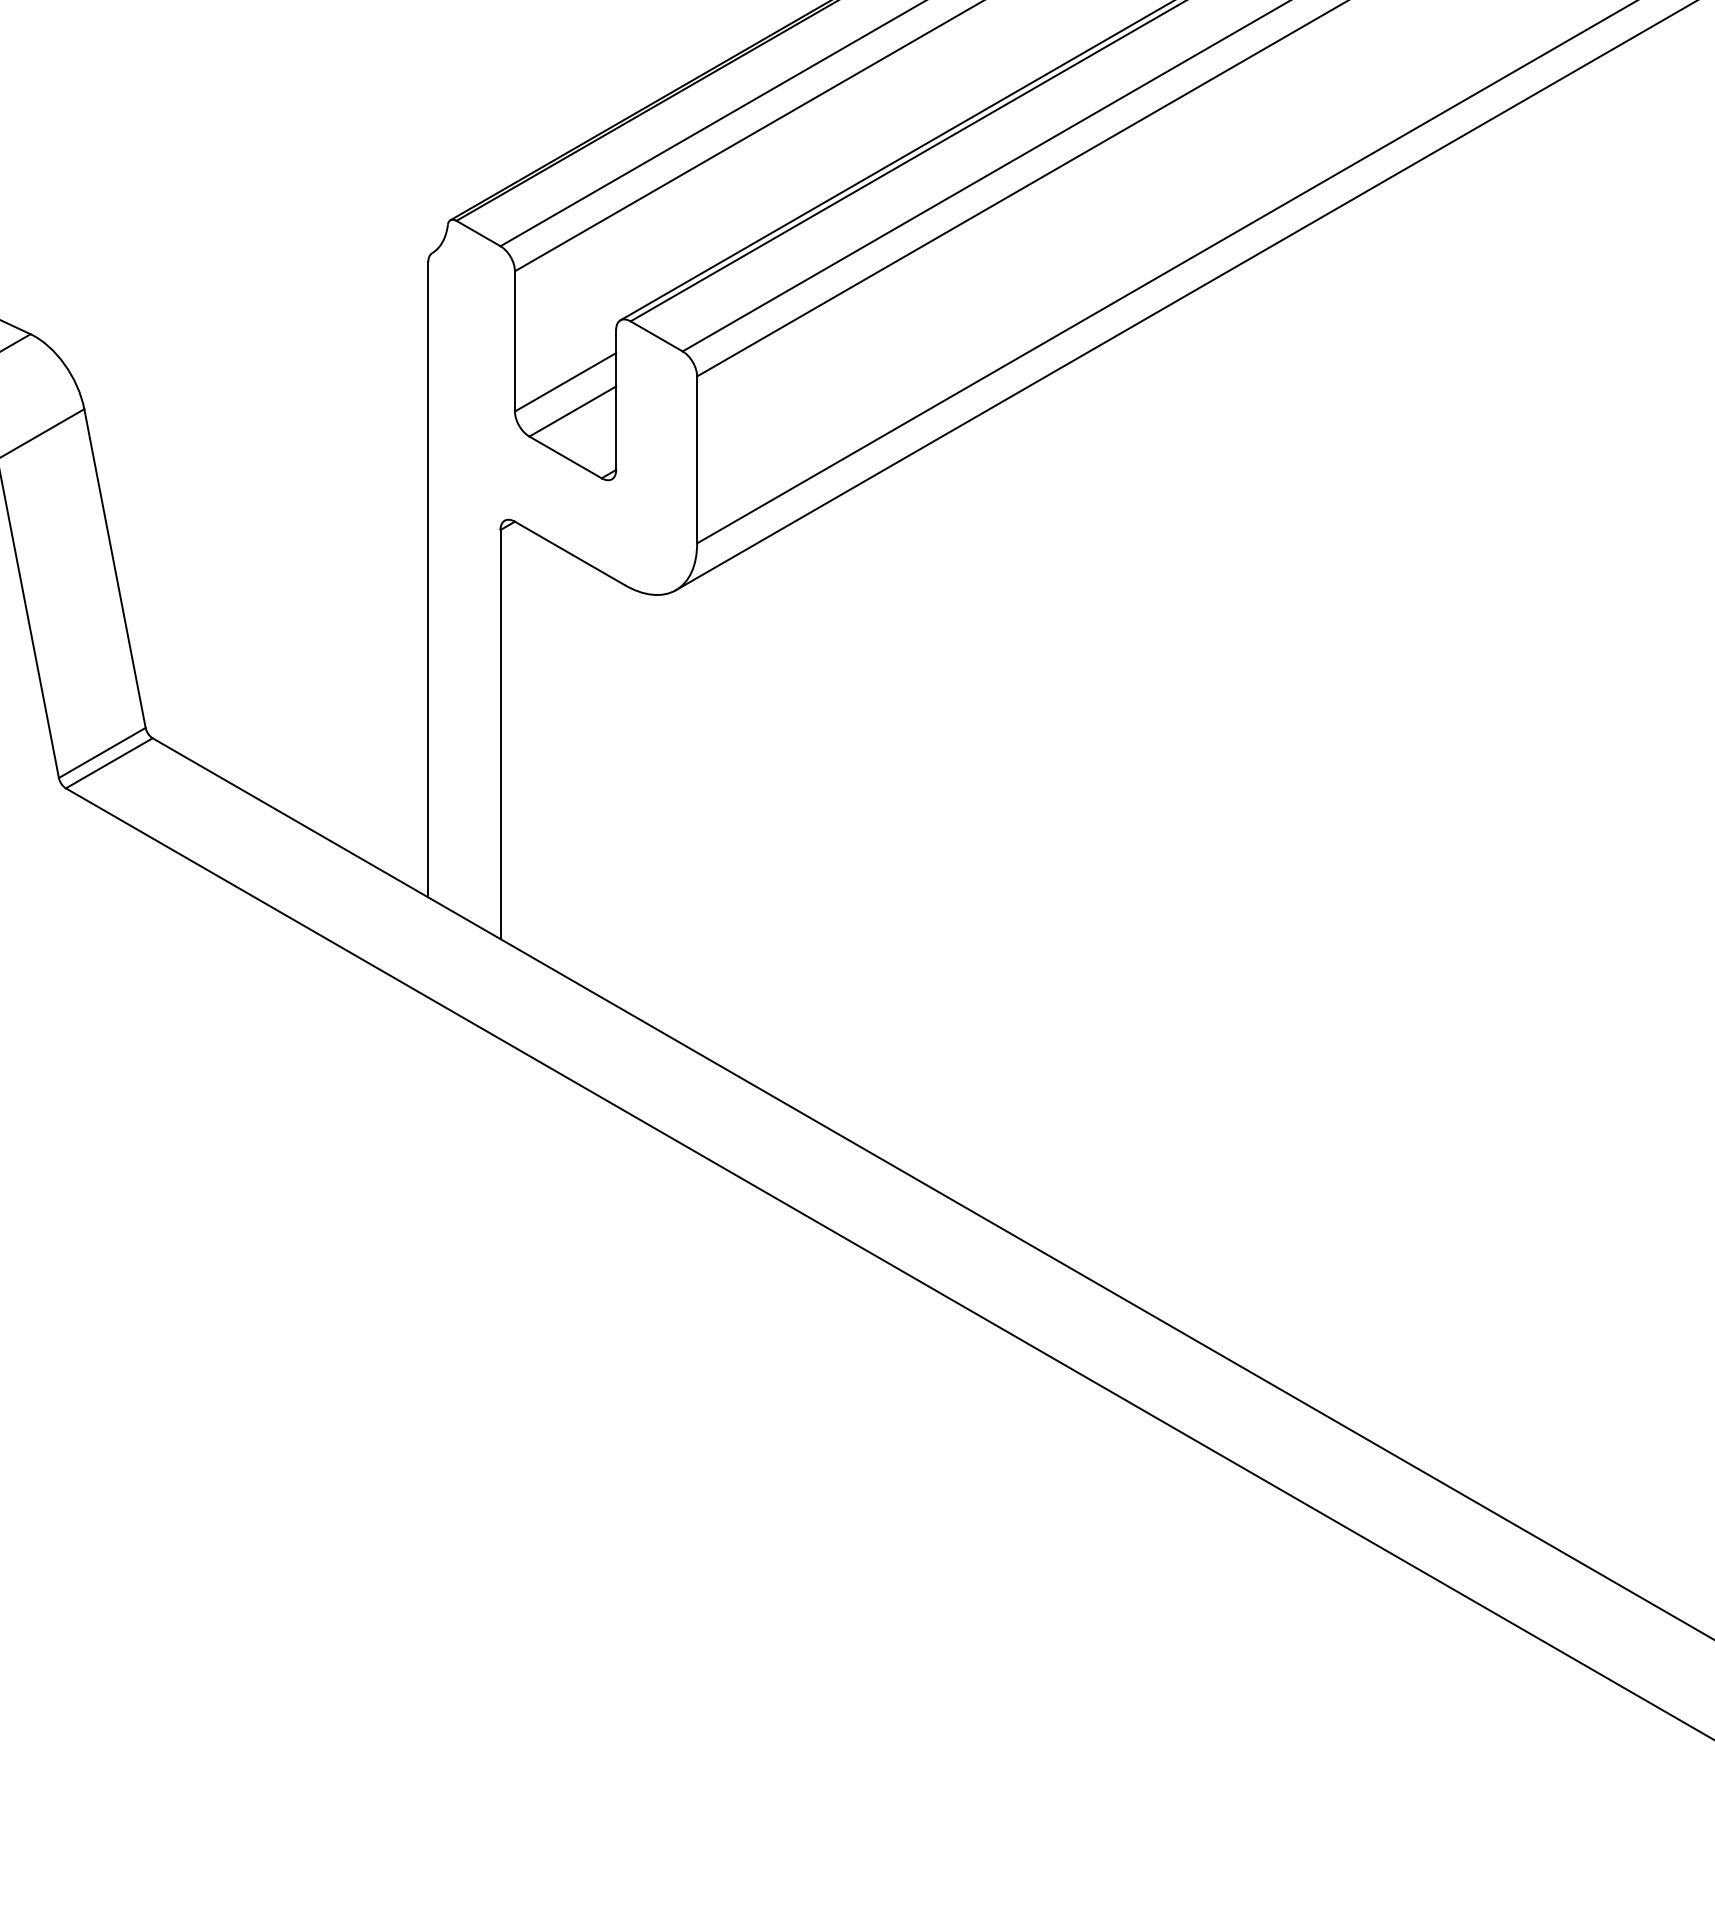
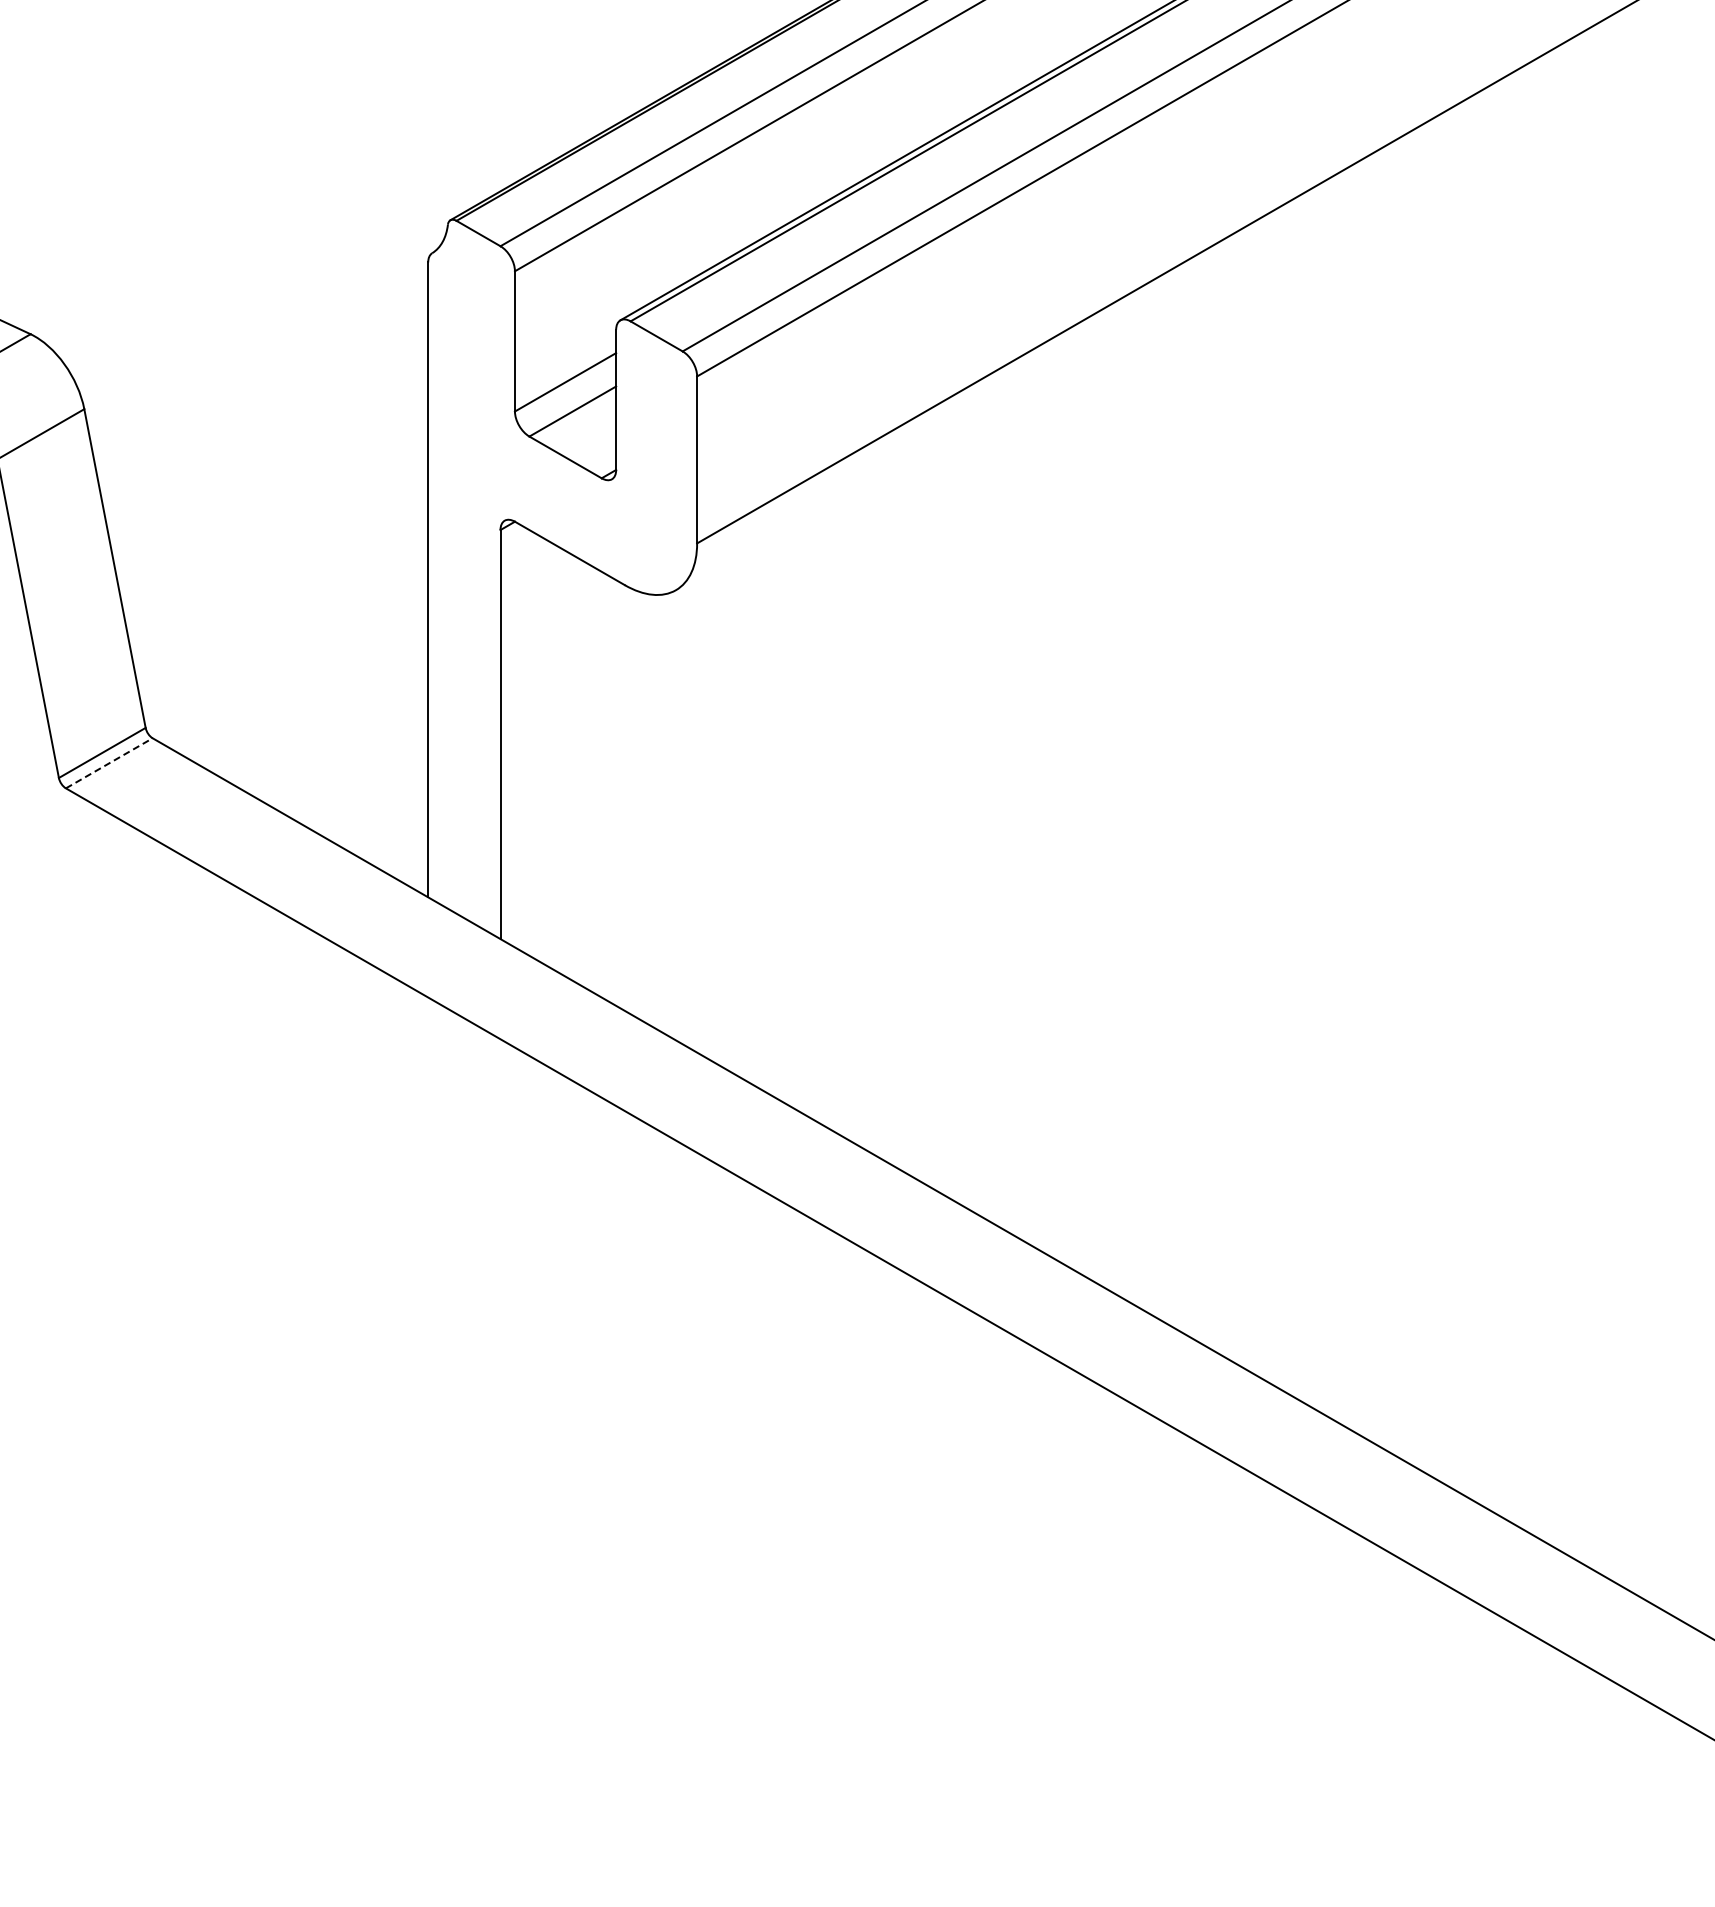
line at (1184, 296): present -> none
line at (109, 763): solid -> dashed
